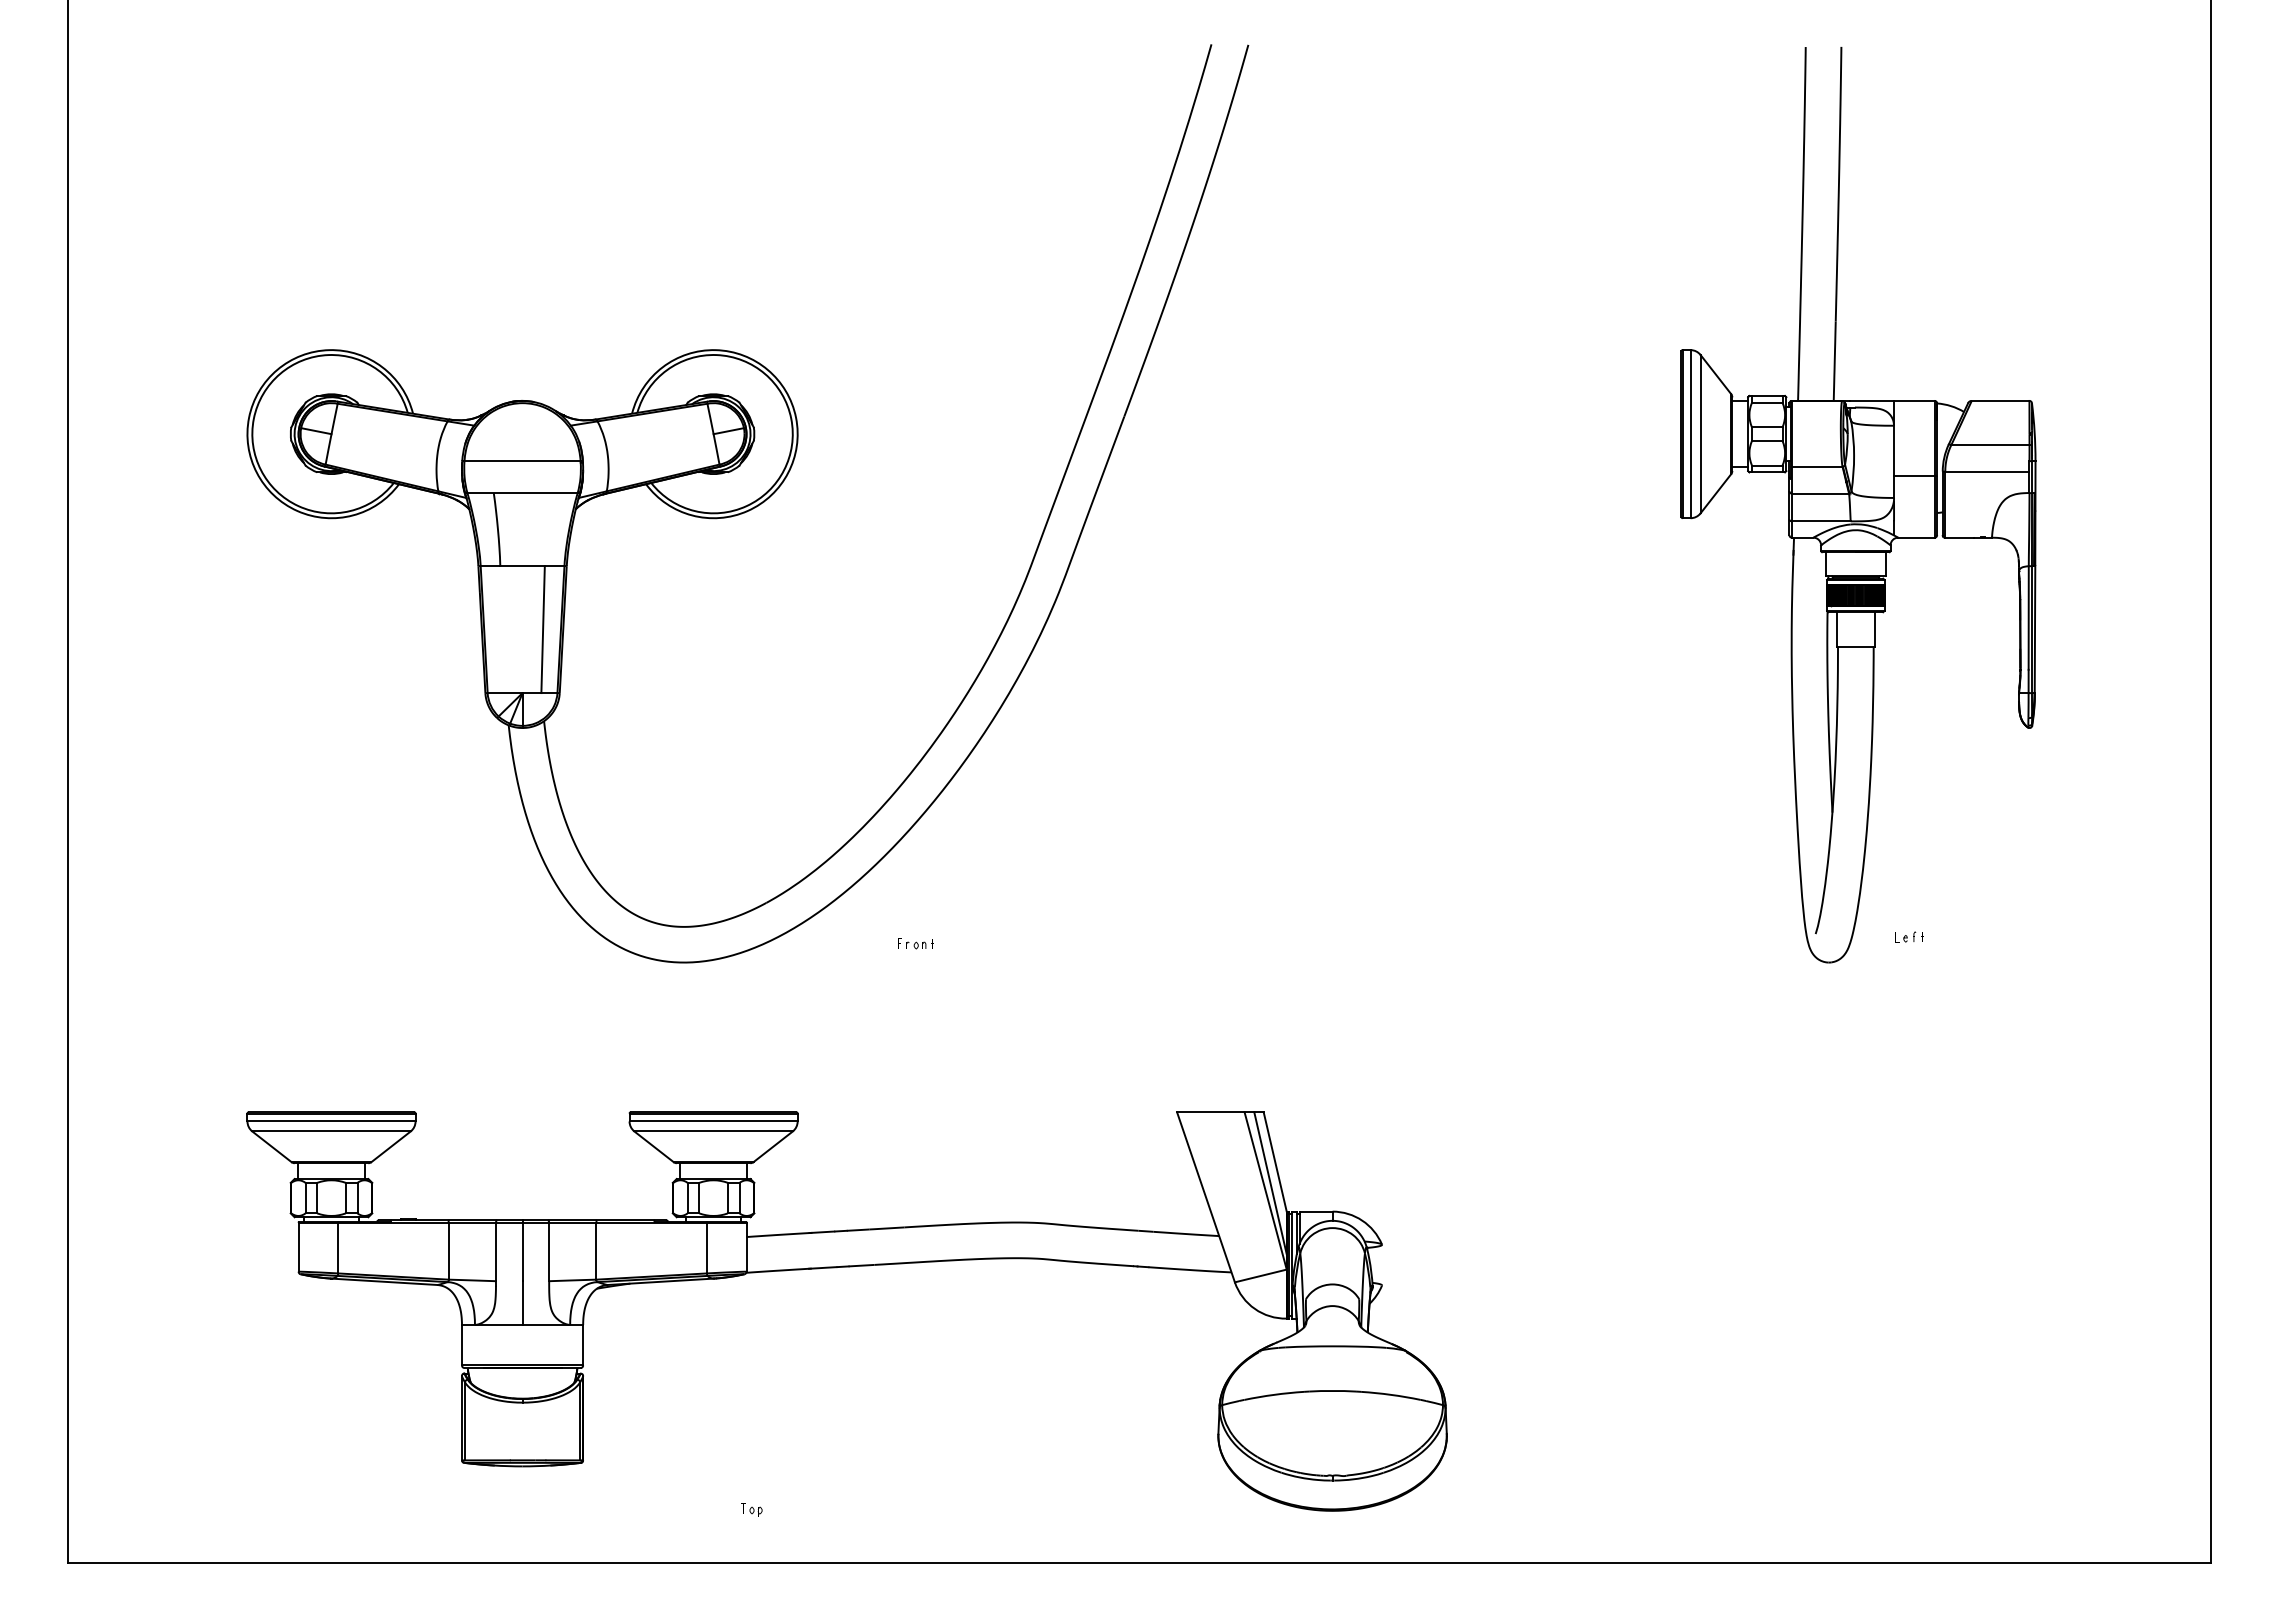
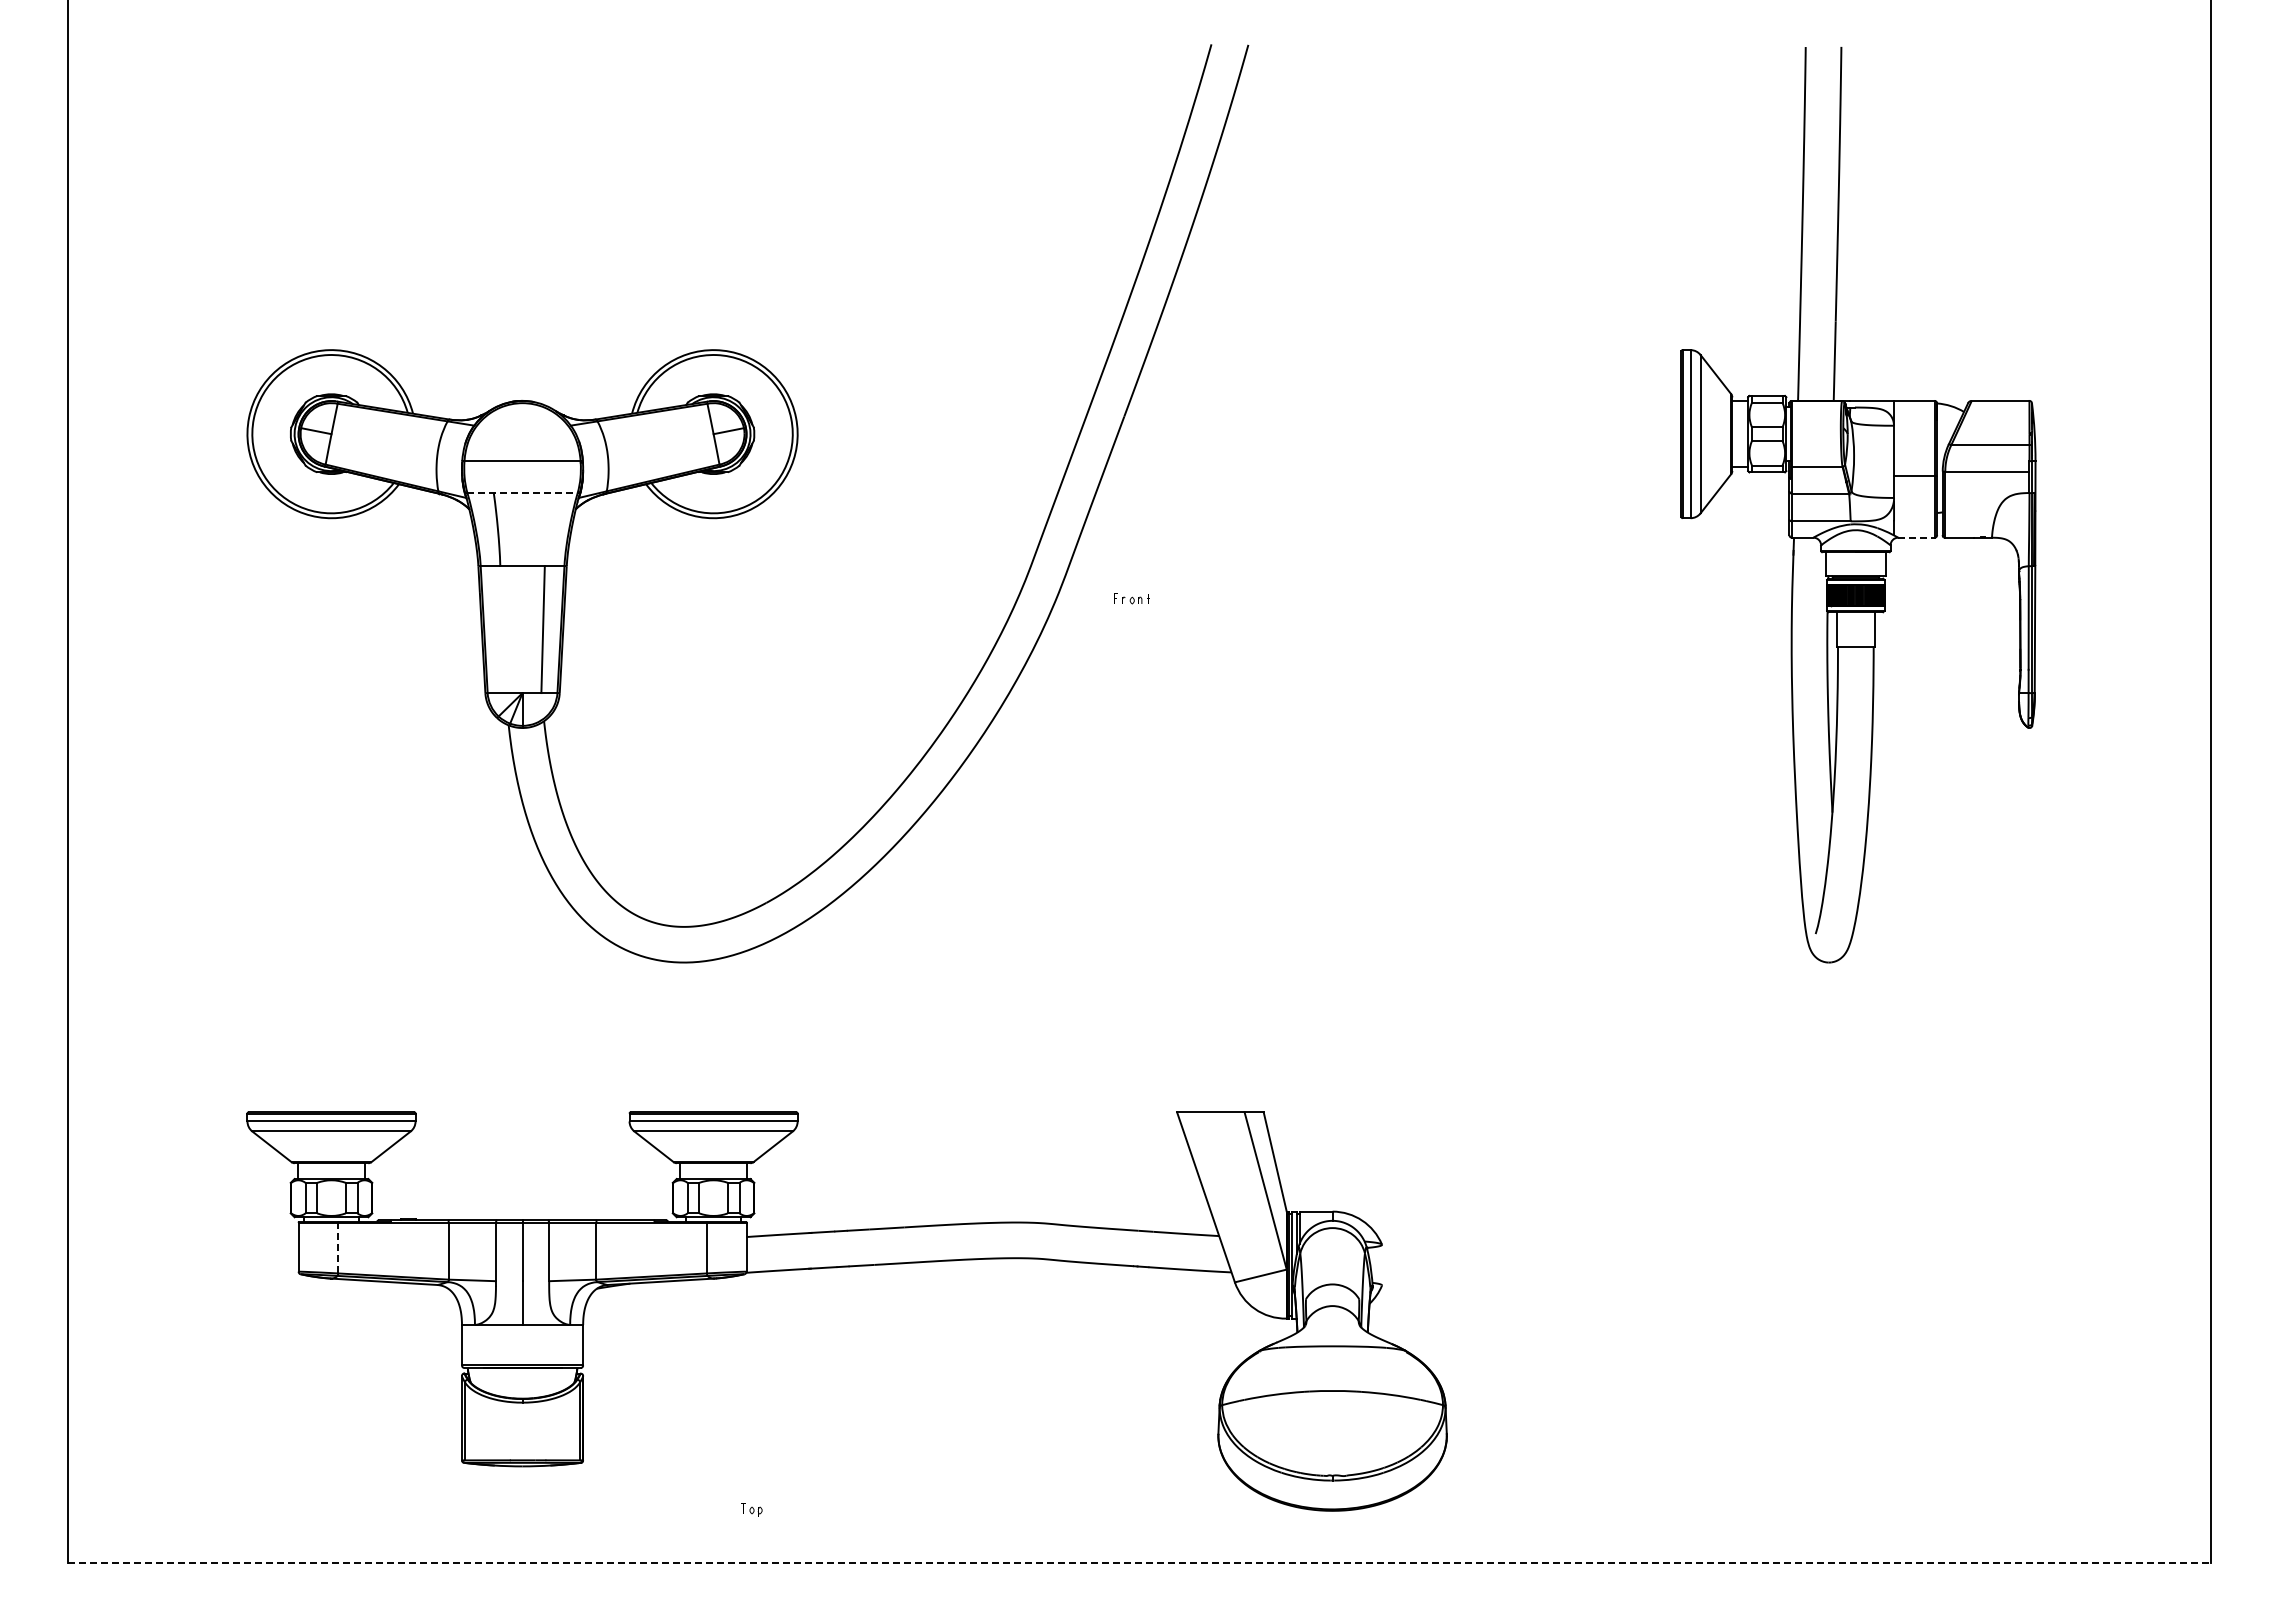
line at (523, 493): solid -> dashed
line at (1916, 537): solid -> dashed
part at (1909, 936): present -> none
part at (915, 943) position: (915, 943) -> (1131, 598)
line at (1270, 1183): present -> none
line at (338, 1247): solid -> dashed
line at (1139, 1562): solid -> dashed
